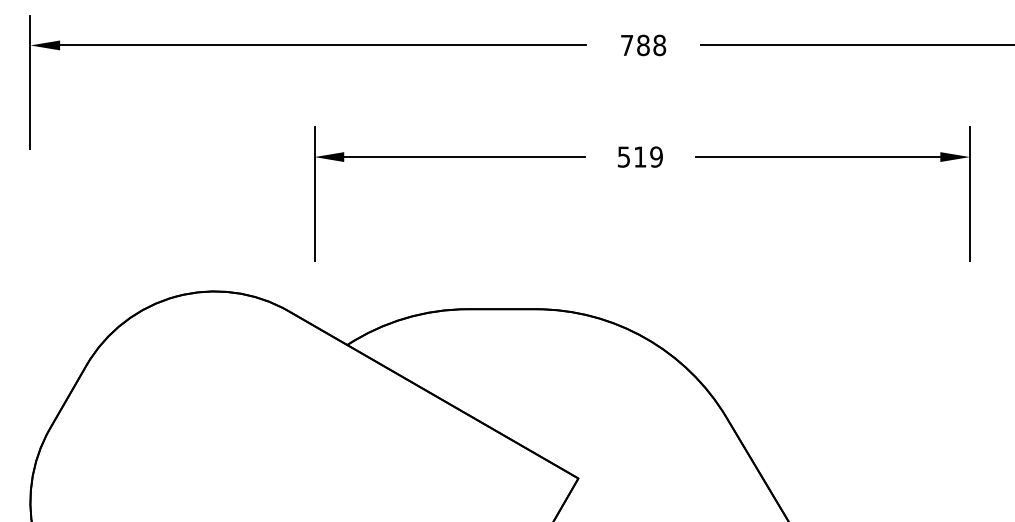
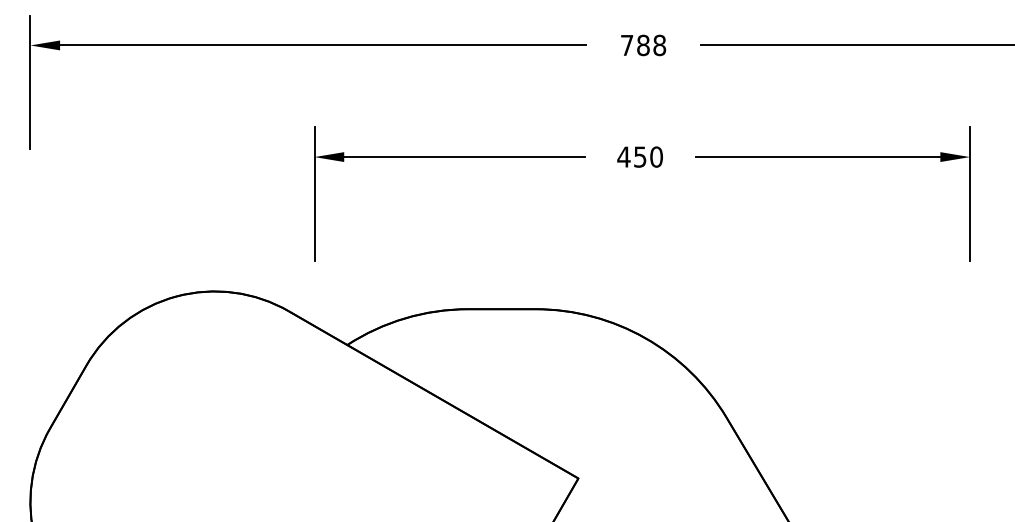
text at (639, 156): 519 -> 450
